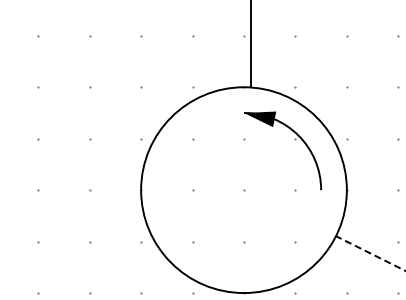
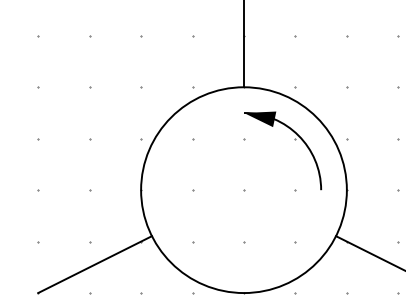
line at (250, 44) position: (250, 44) -> (243, 44)
line at (370, 253): dashed -> solid
line at (94, 264): none -> present
